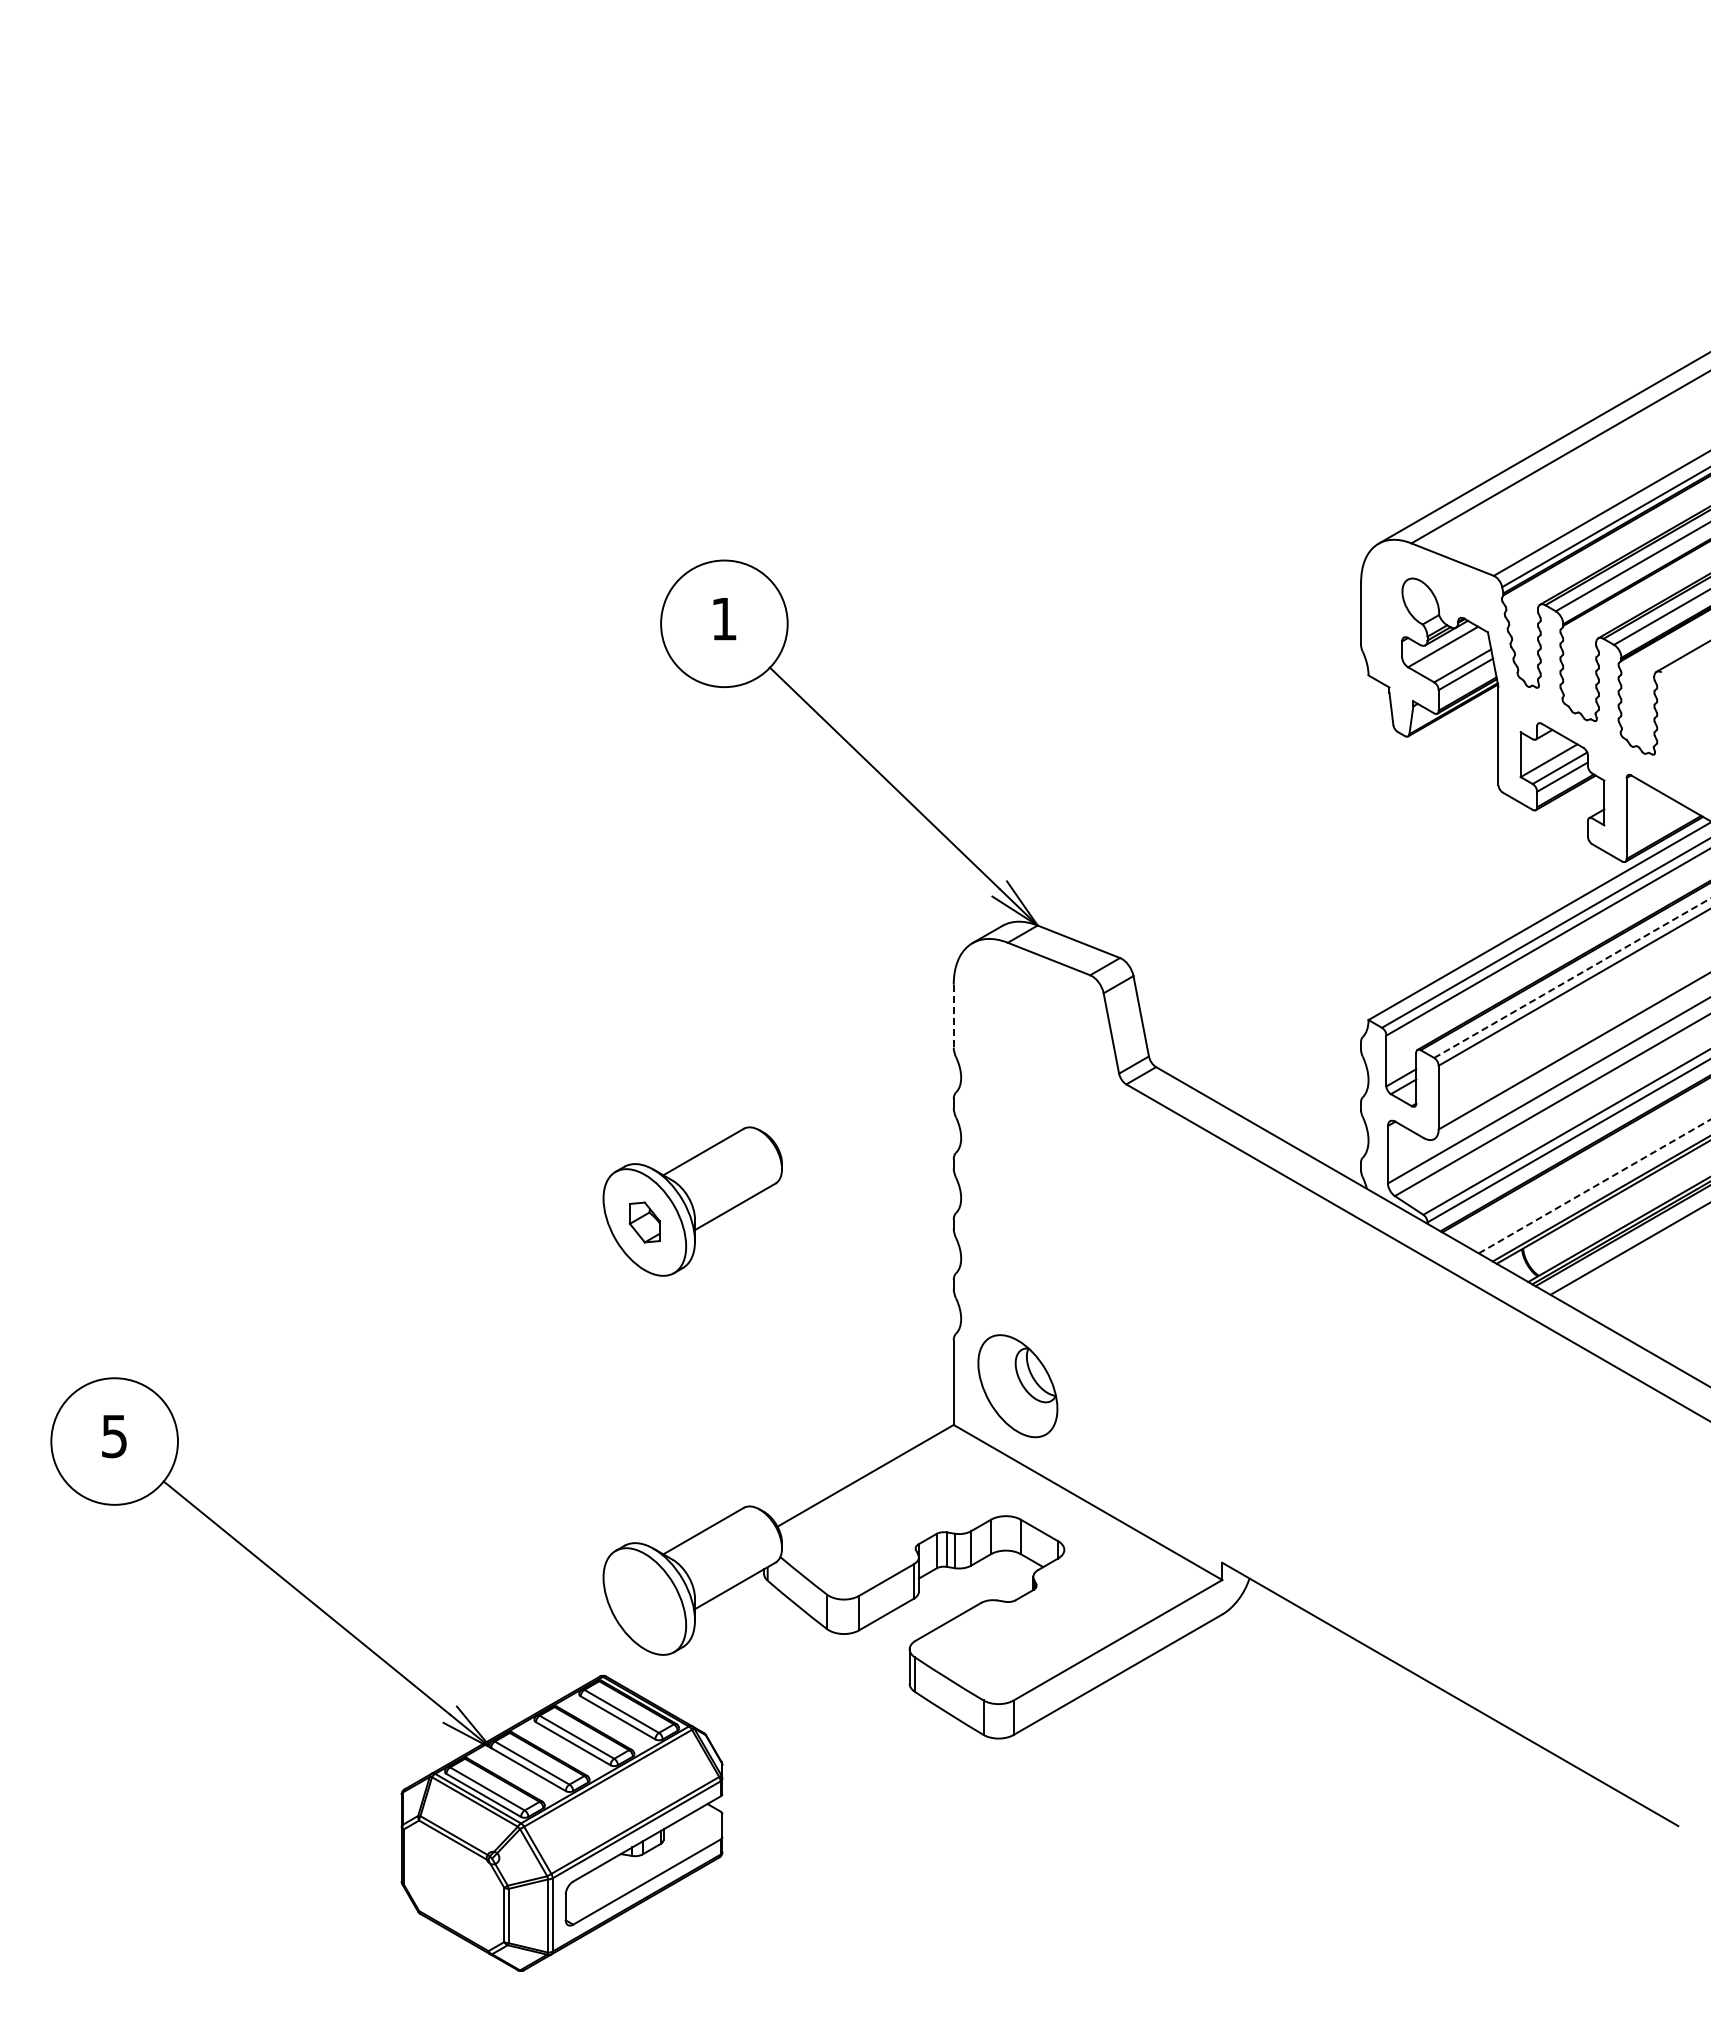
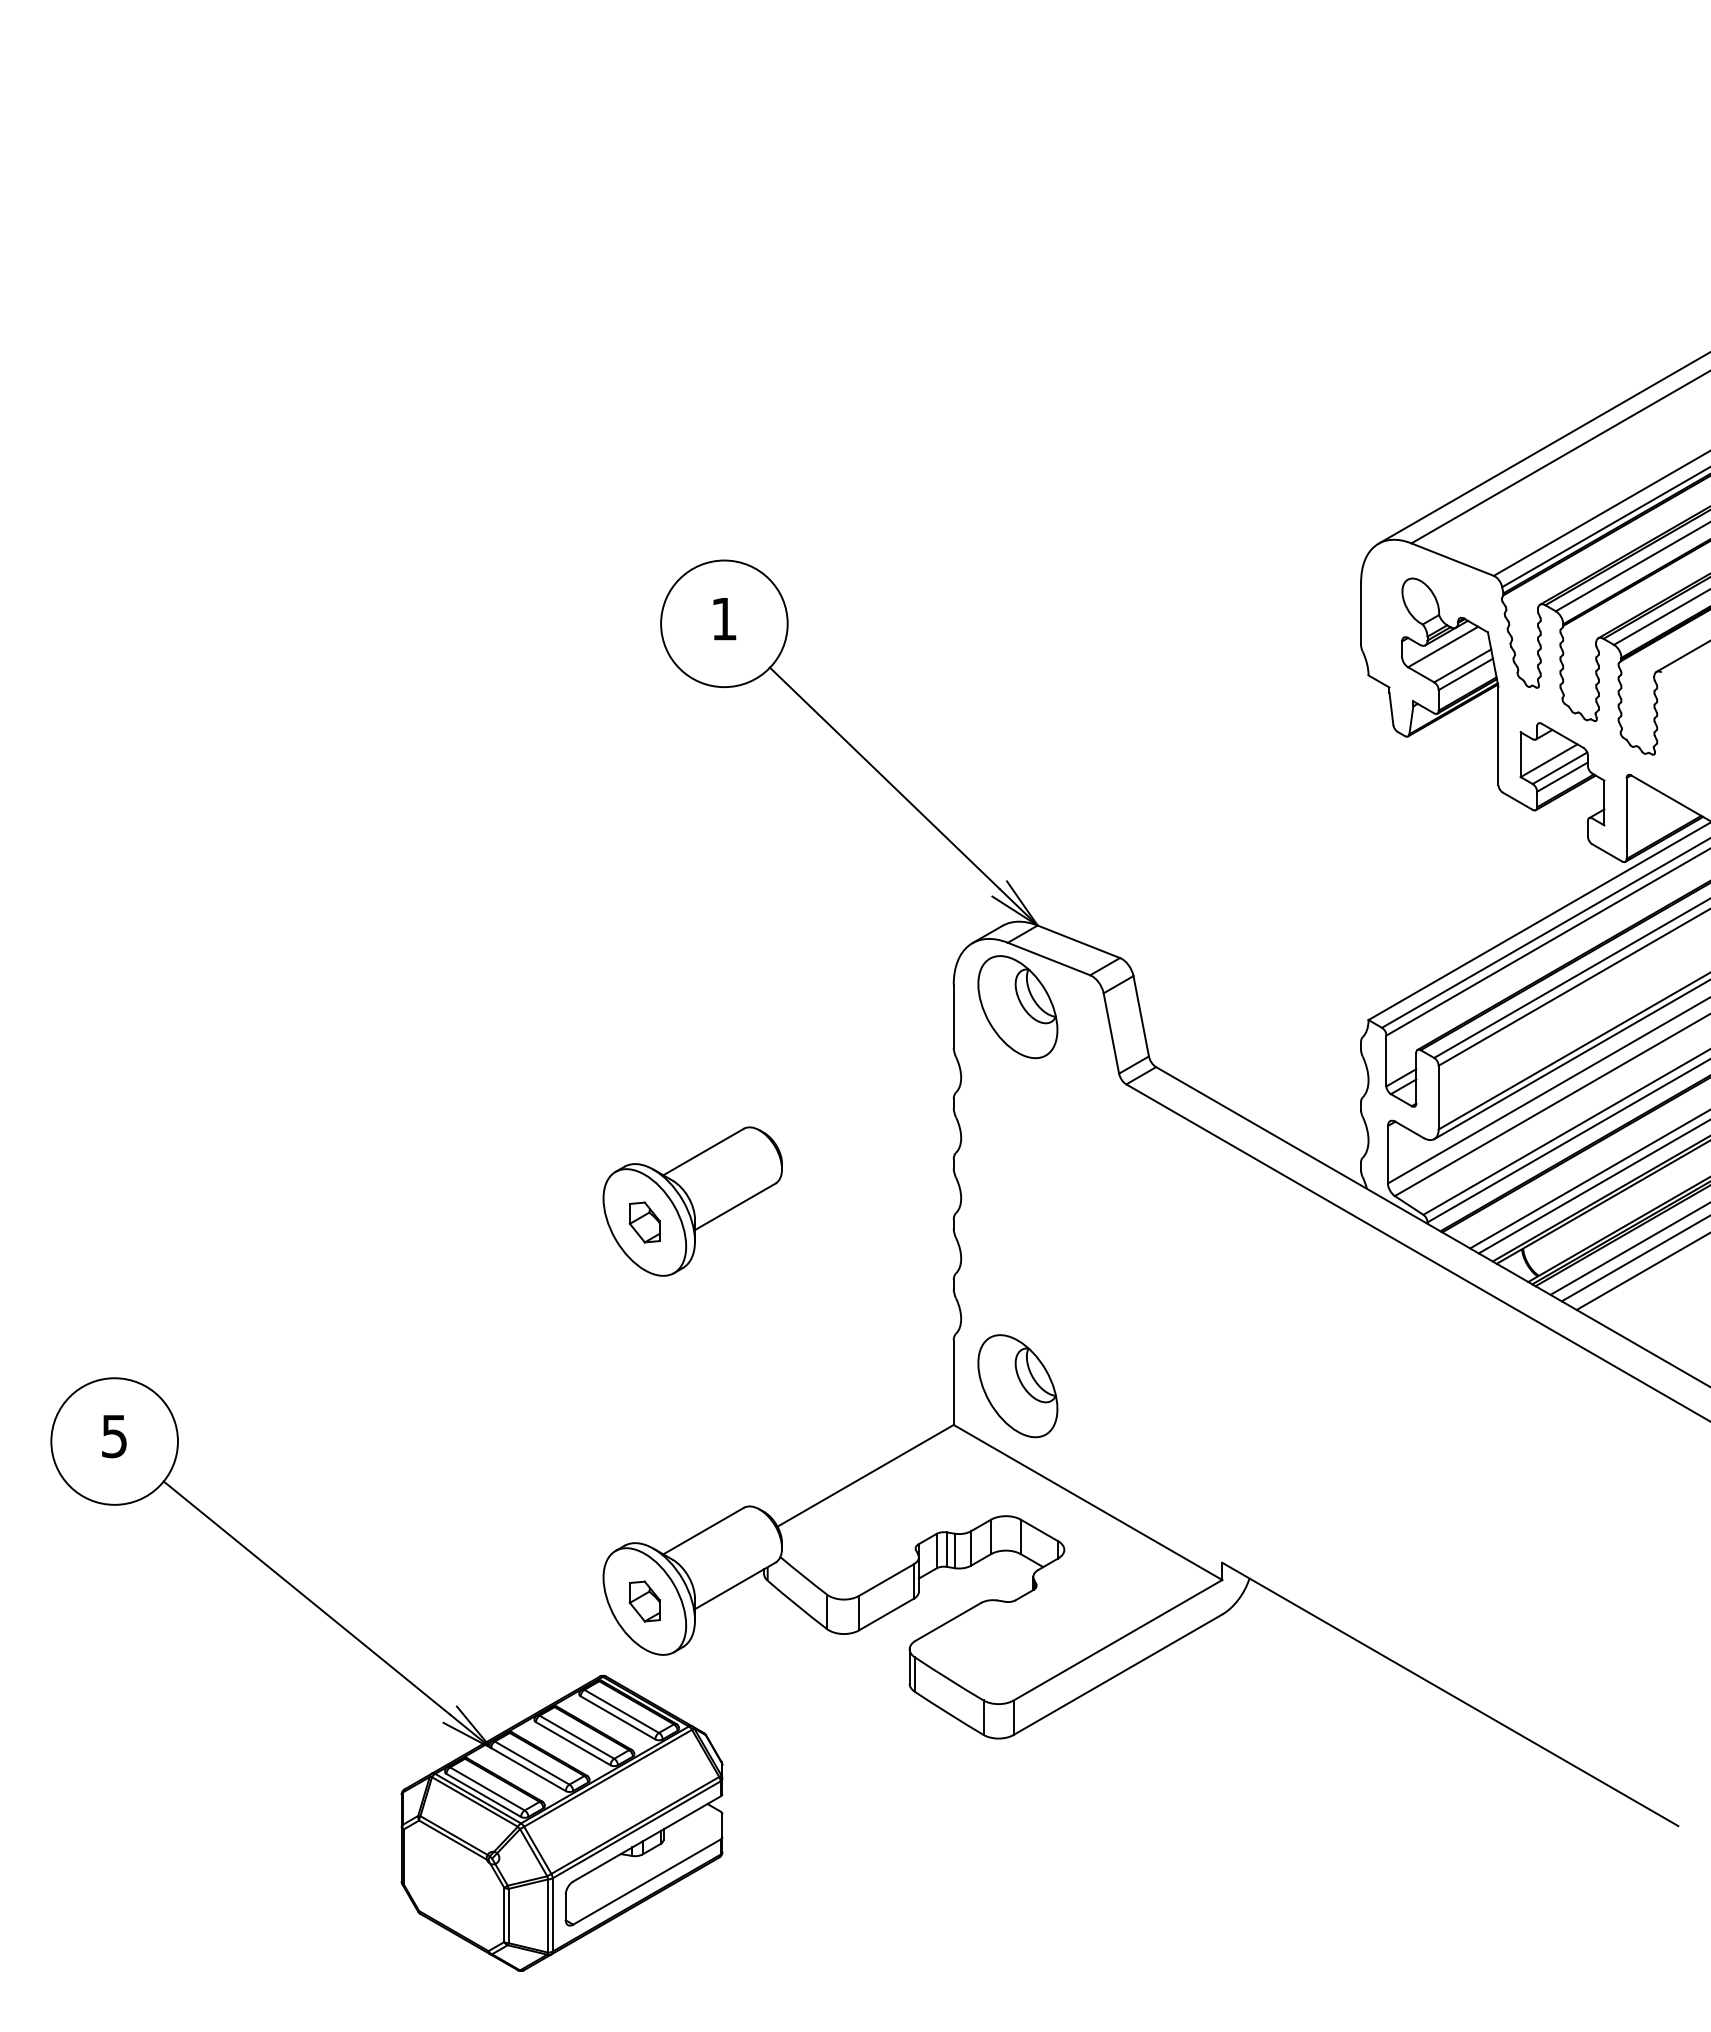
line at (1572, 978): dashed -> solid
part at (1017, 1007): none -> present
line at (953, 1016): dashed -> solid
line at (1570, 1060): none -> present
line at (1588, 1179): none -> present
line at (1594, 1186): dashed -> solid
line at (1634, 1259): none -> present
line at (1641, 1271): none -> present
part at (644, 1601): none -> present
